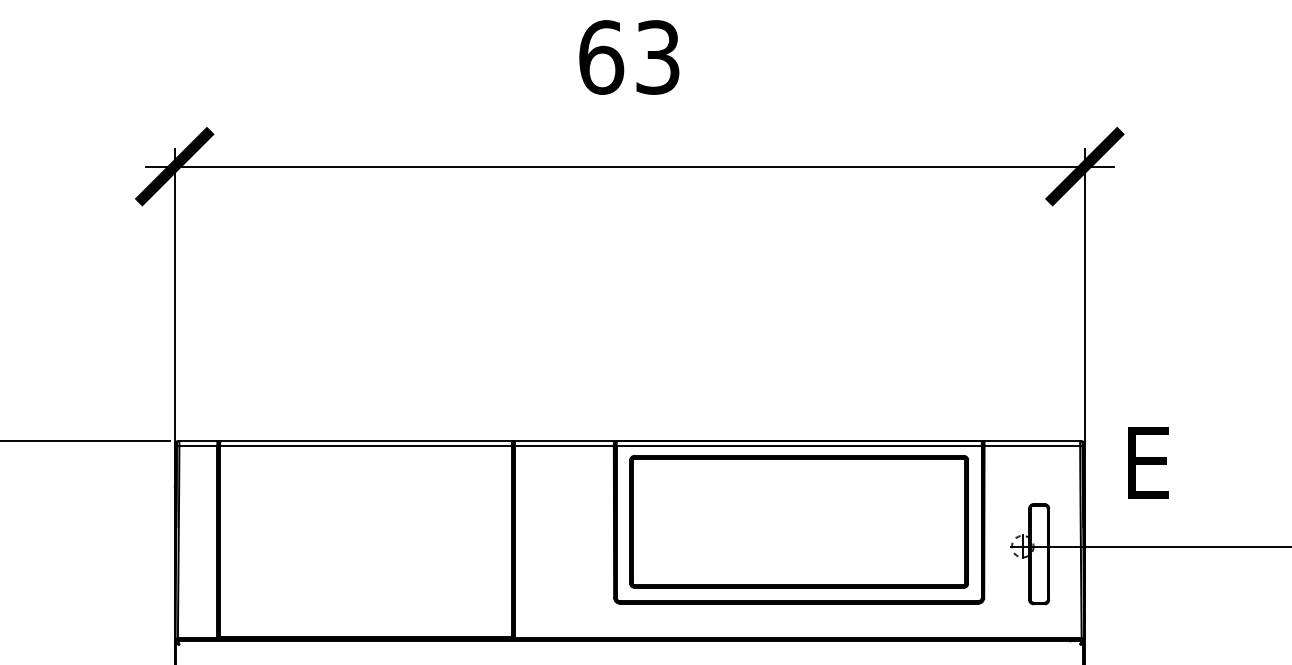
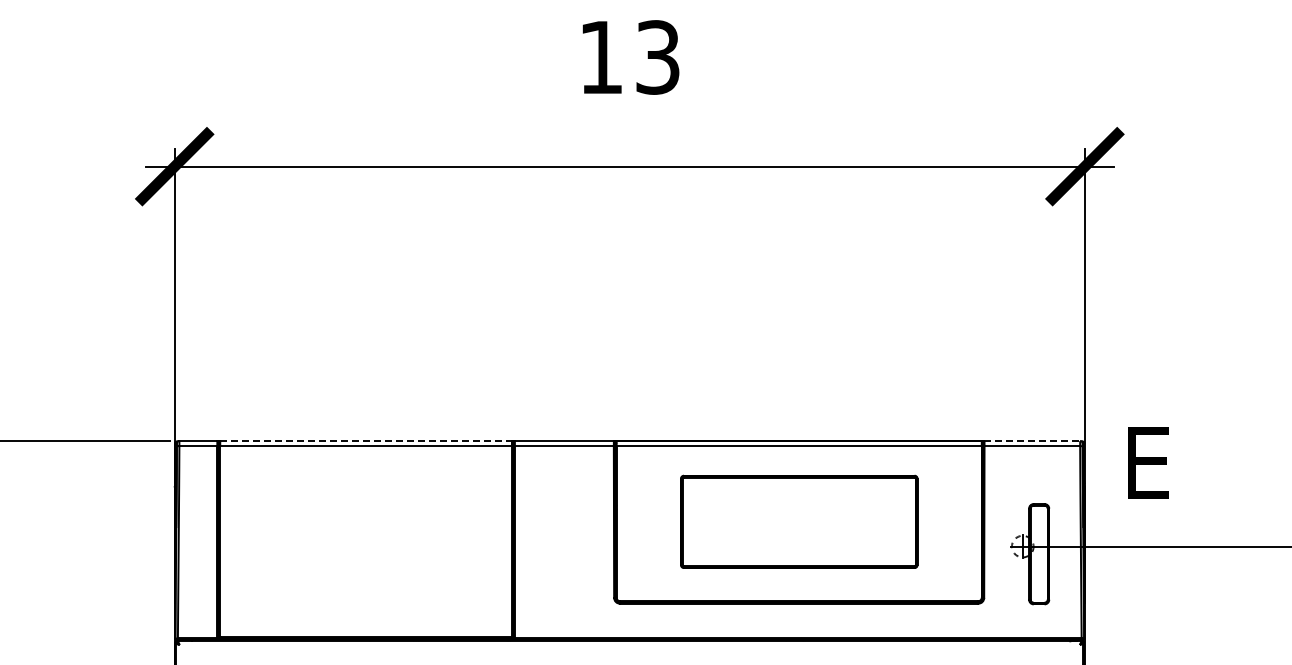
text at (601, 57): 63 -> 13
line at (366, 441): solid -> dashed
line at (1032, 441): solid -> dashed
part at (799, 521) size: 341x134 px -> 239x95 px
